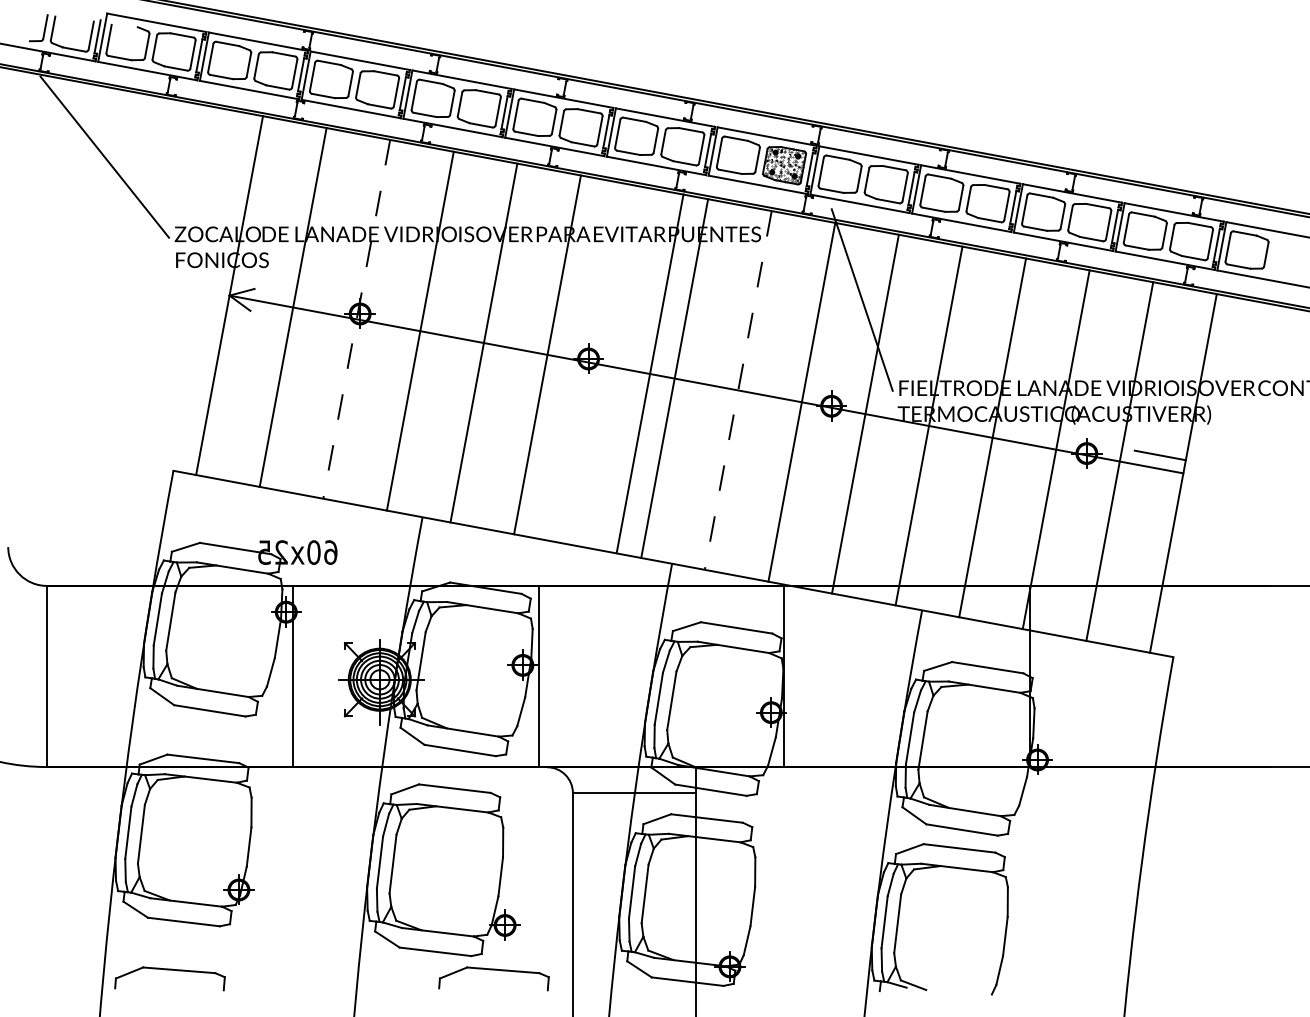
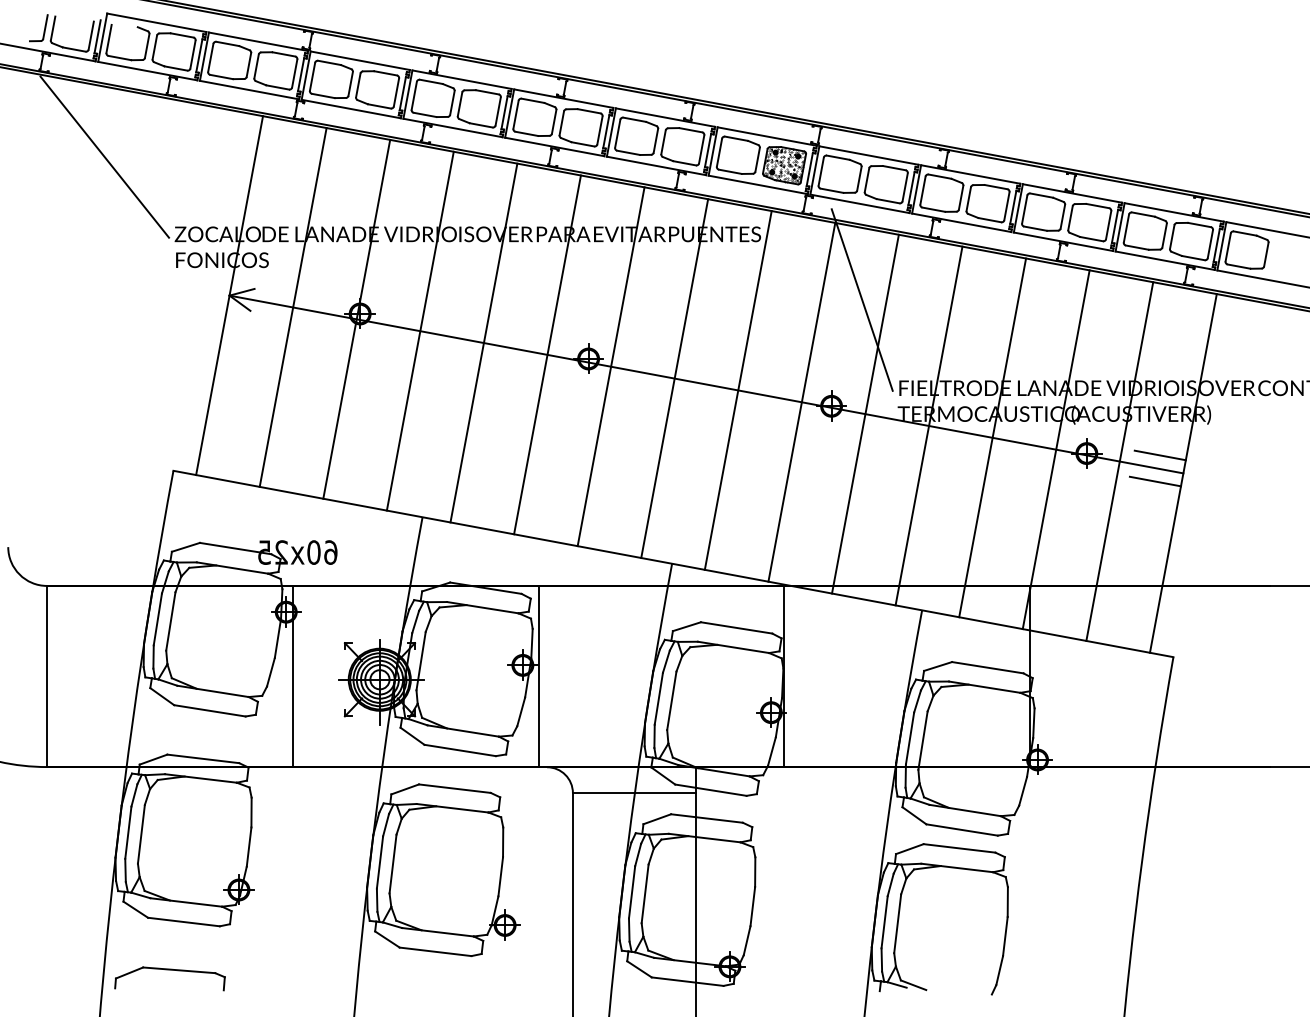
line at (356, 319): dashed -> solid
line at (649, 373) position: (649, 373) -> (610, 366)
line at (738, 390): dashed -> solid
line at (1154, 481): none -> present
part at (493, 970): present -> none
